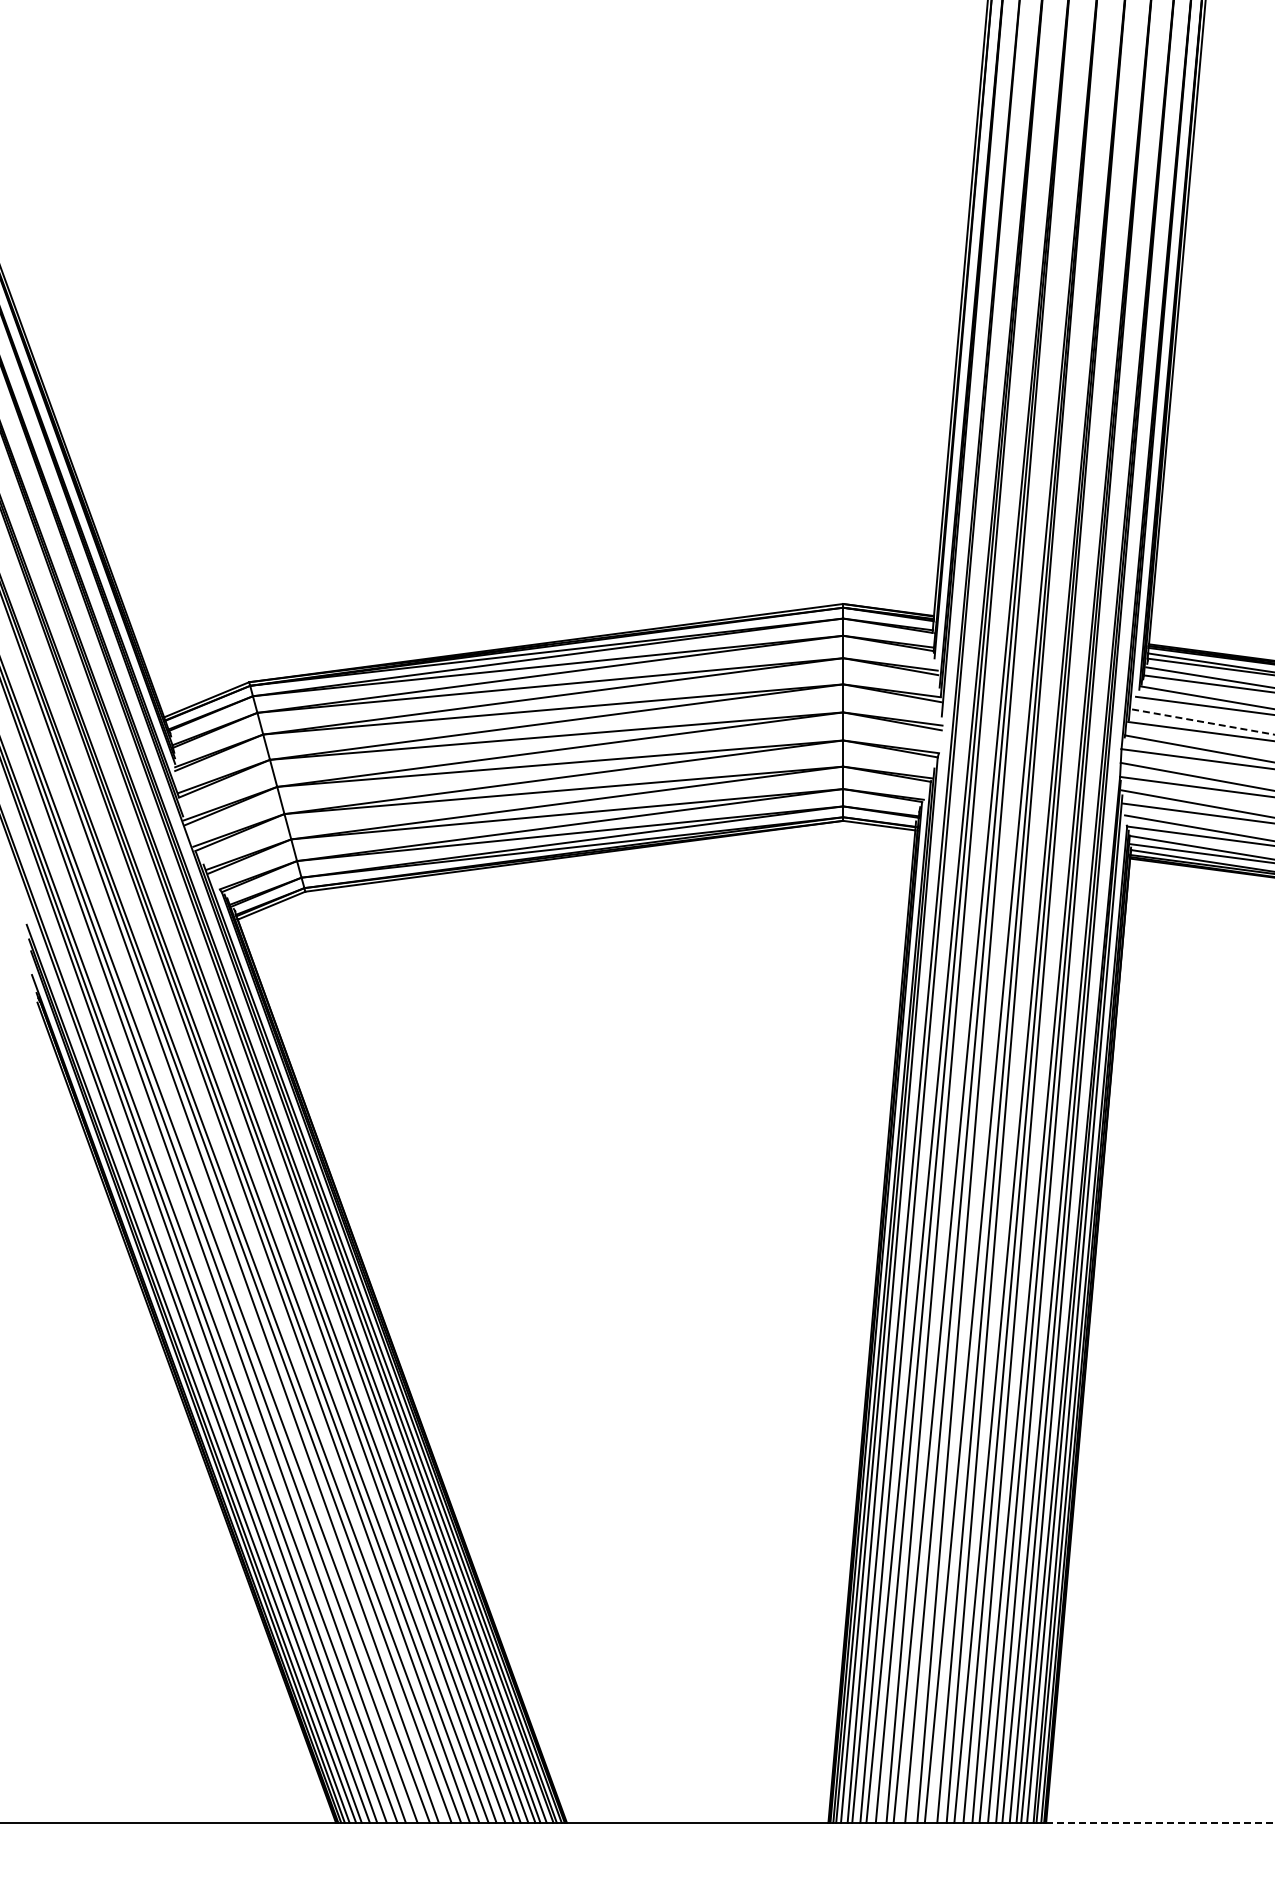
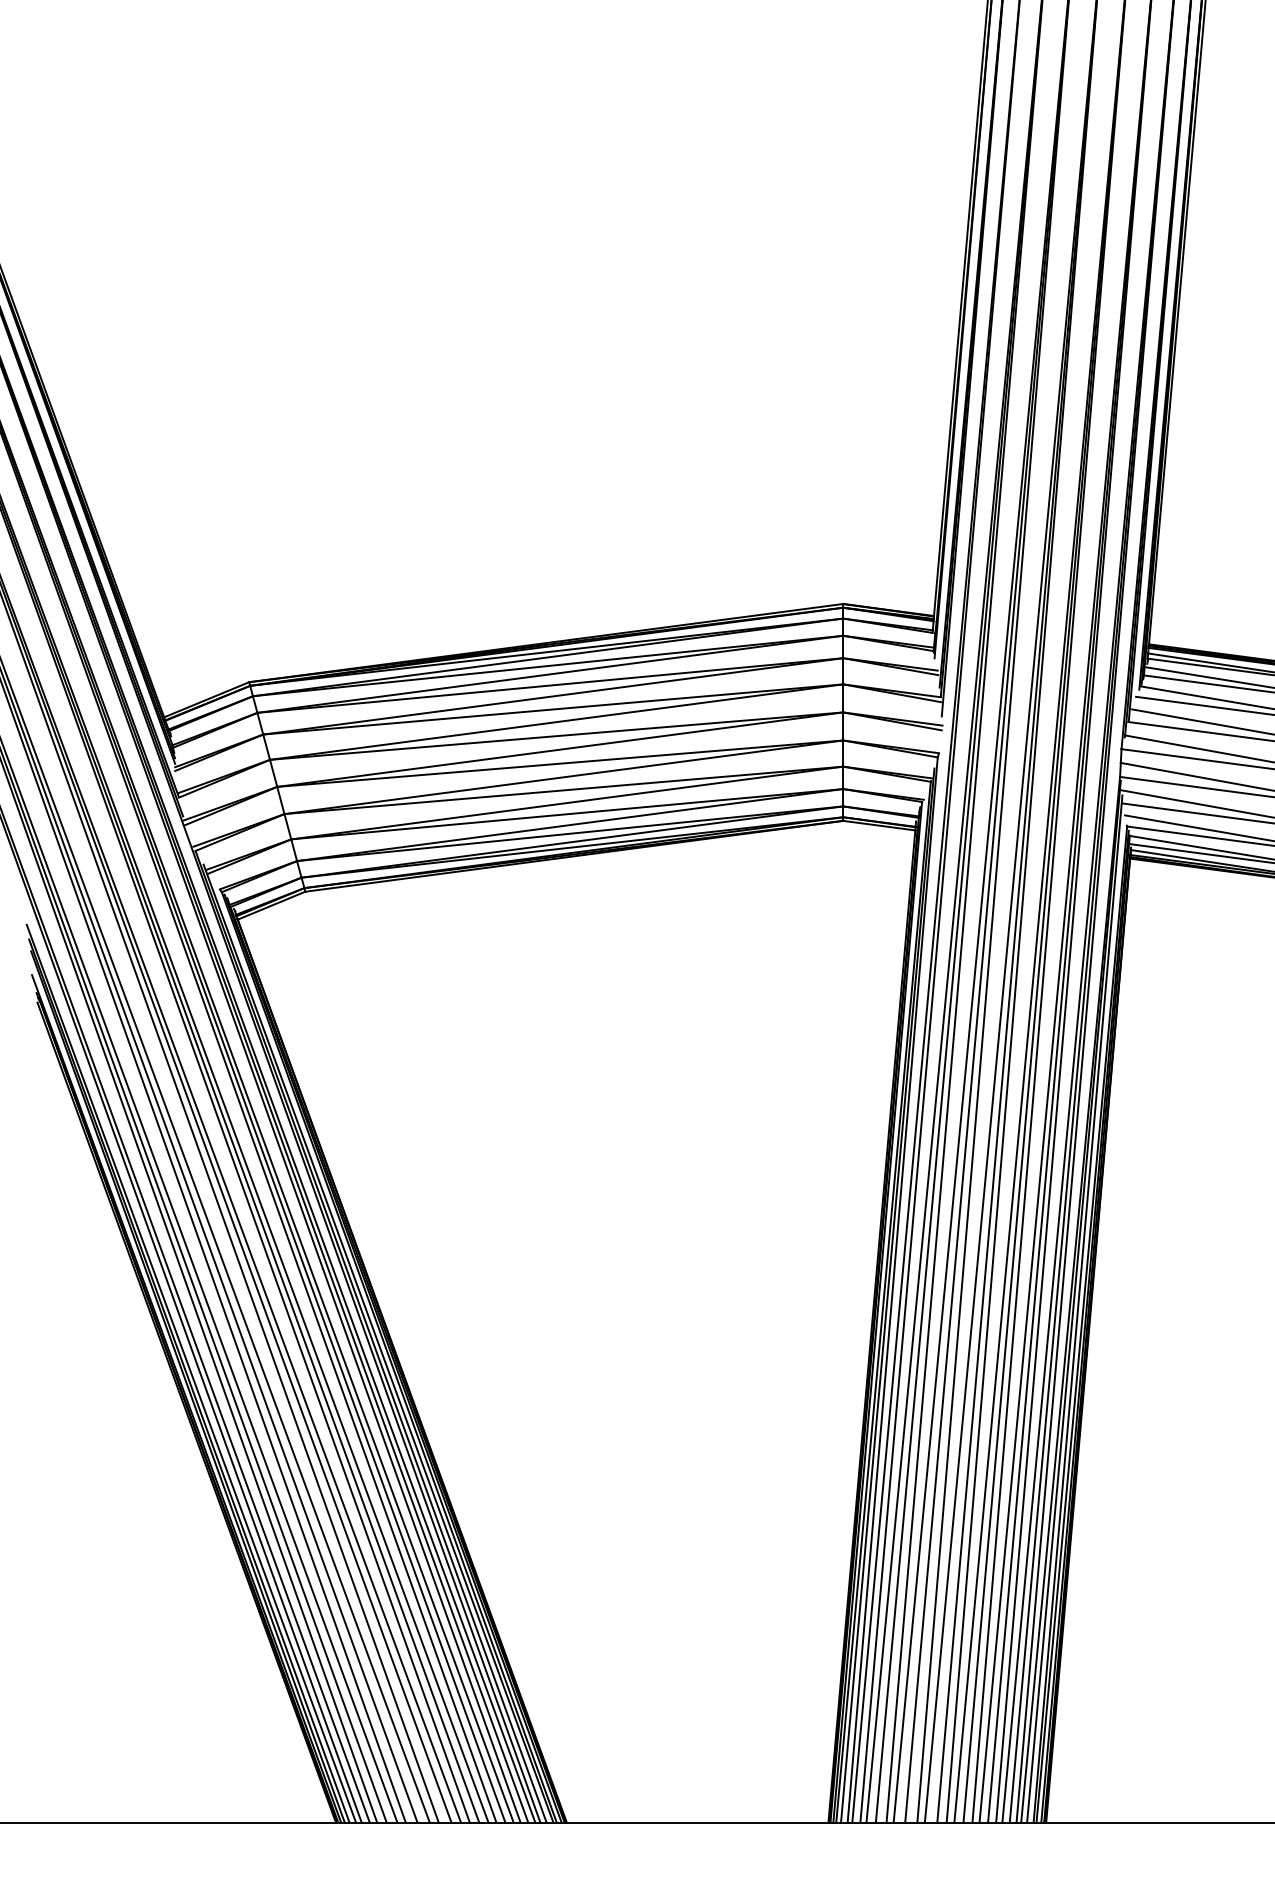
line at (1203, 722): dashed -> solid
line at (1160, 1822): dashed -> solid
